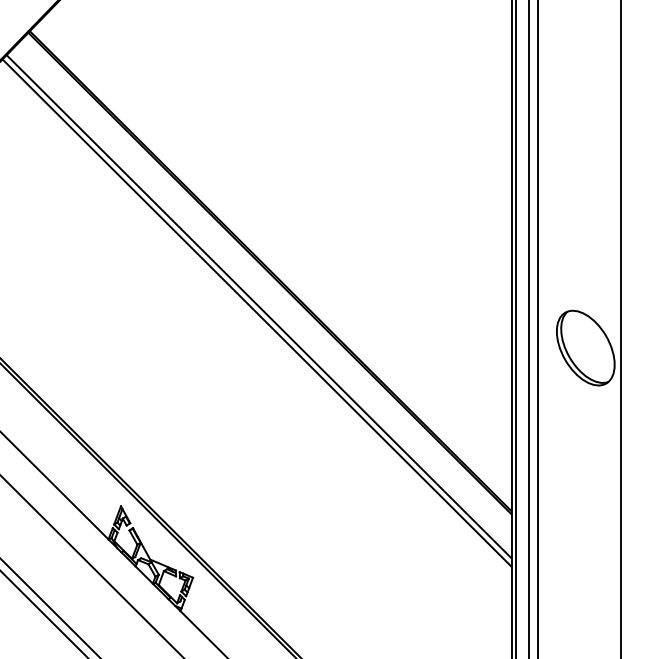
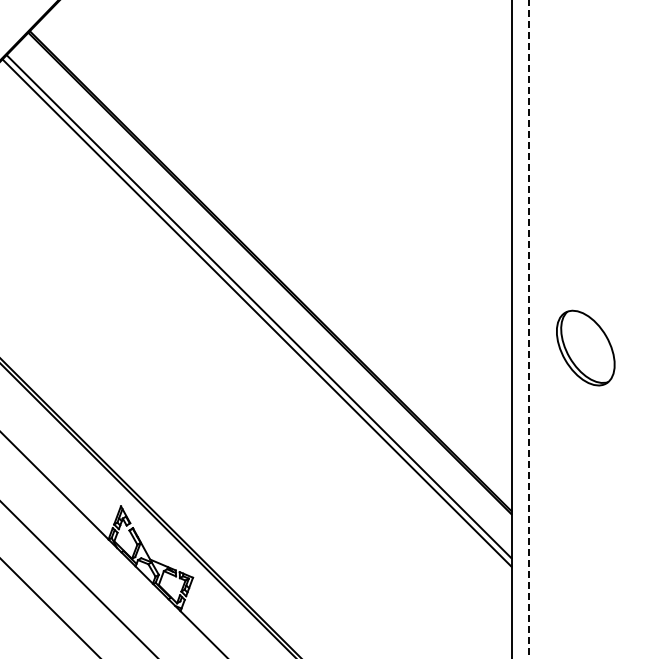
line at (515, 328): present -> none
line at (537, 328): present -> none
line at (620, 328): present -> none
line at (528, 329): solid -> dashed
line at (91, 566) position: (91, 566) -> (78, 578)
line at (43, 613): present -> none
